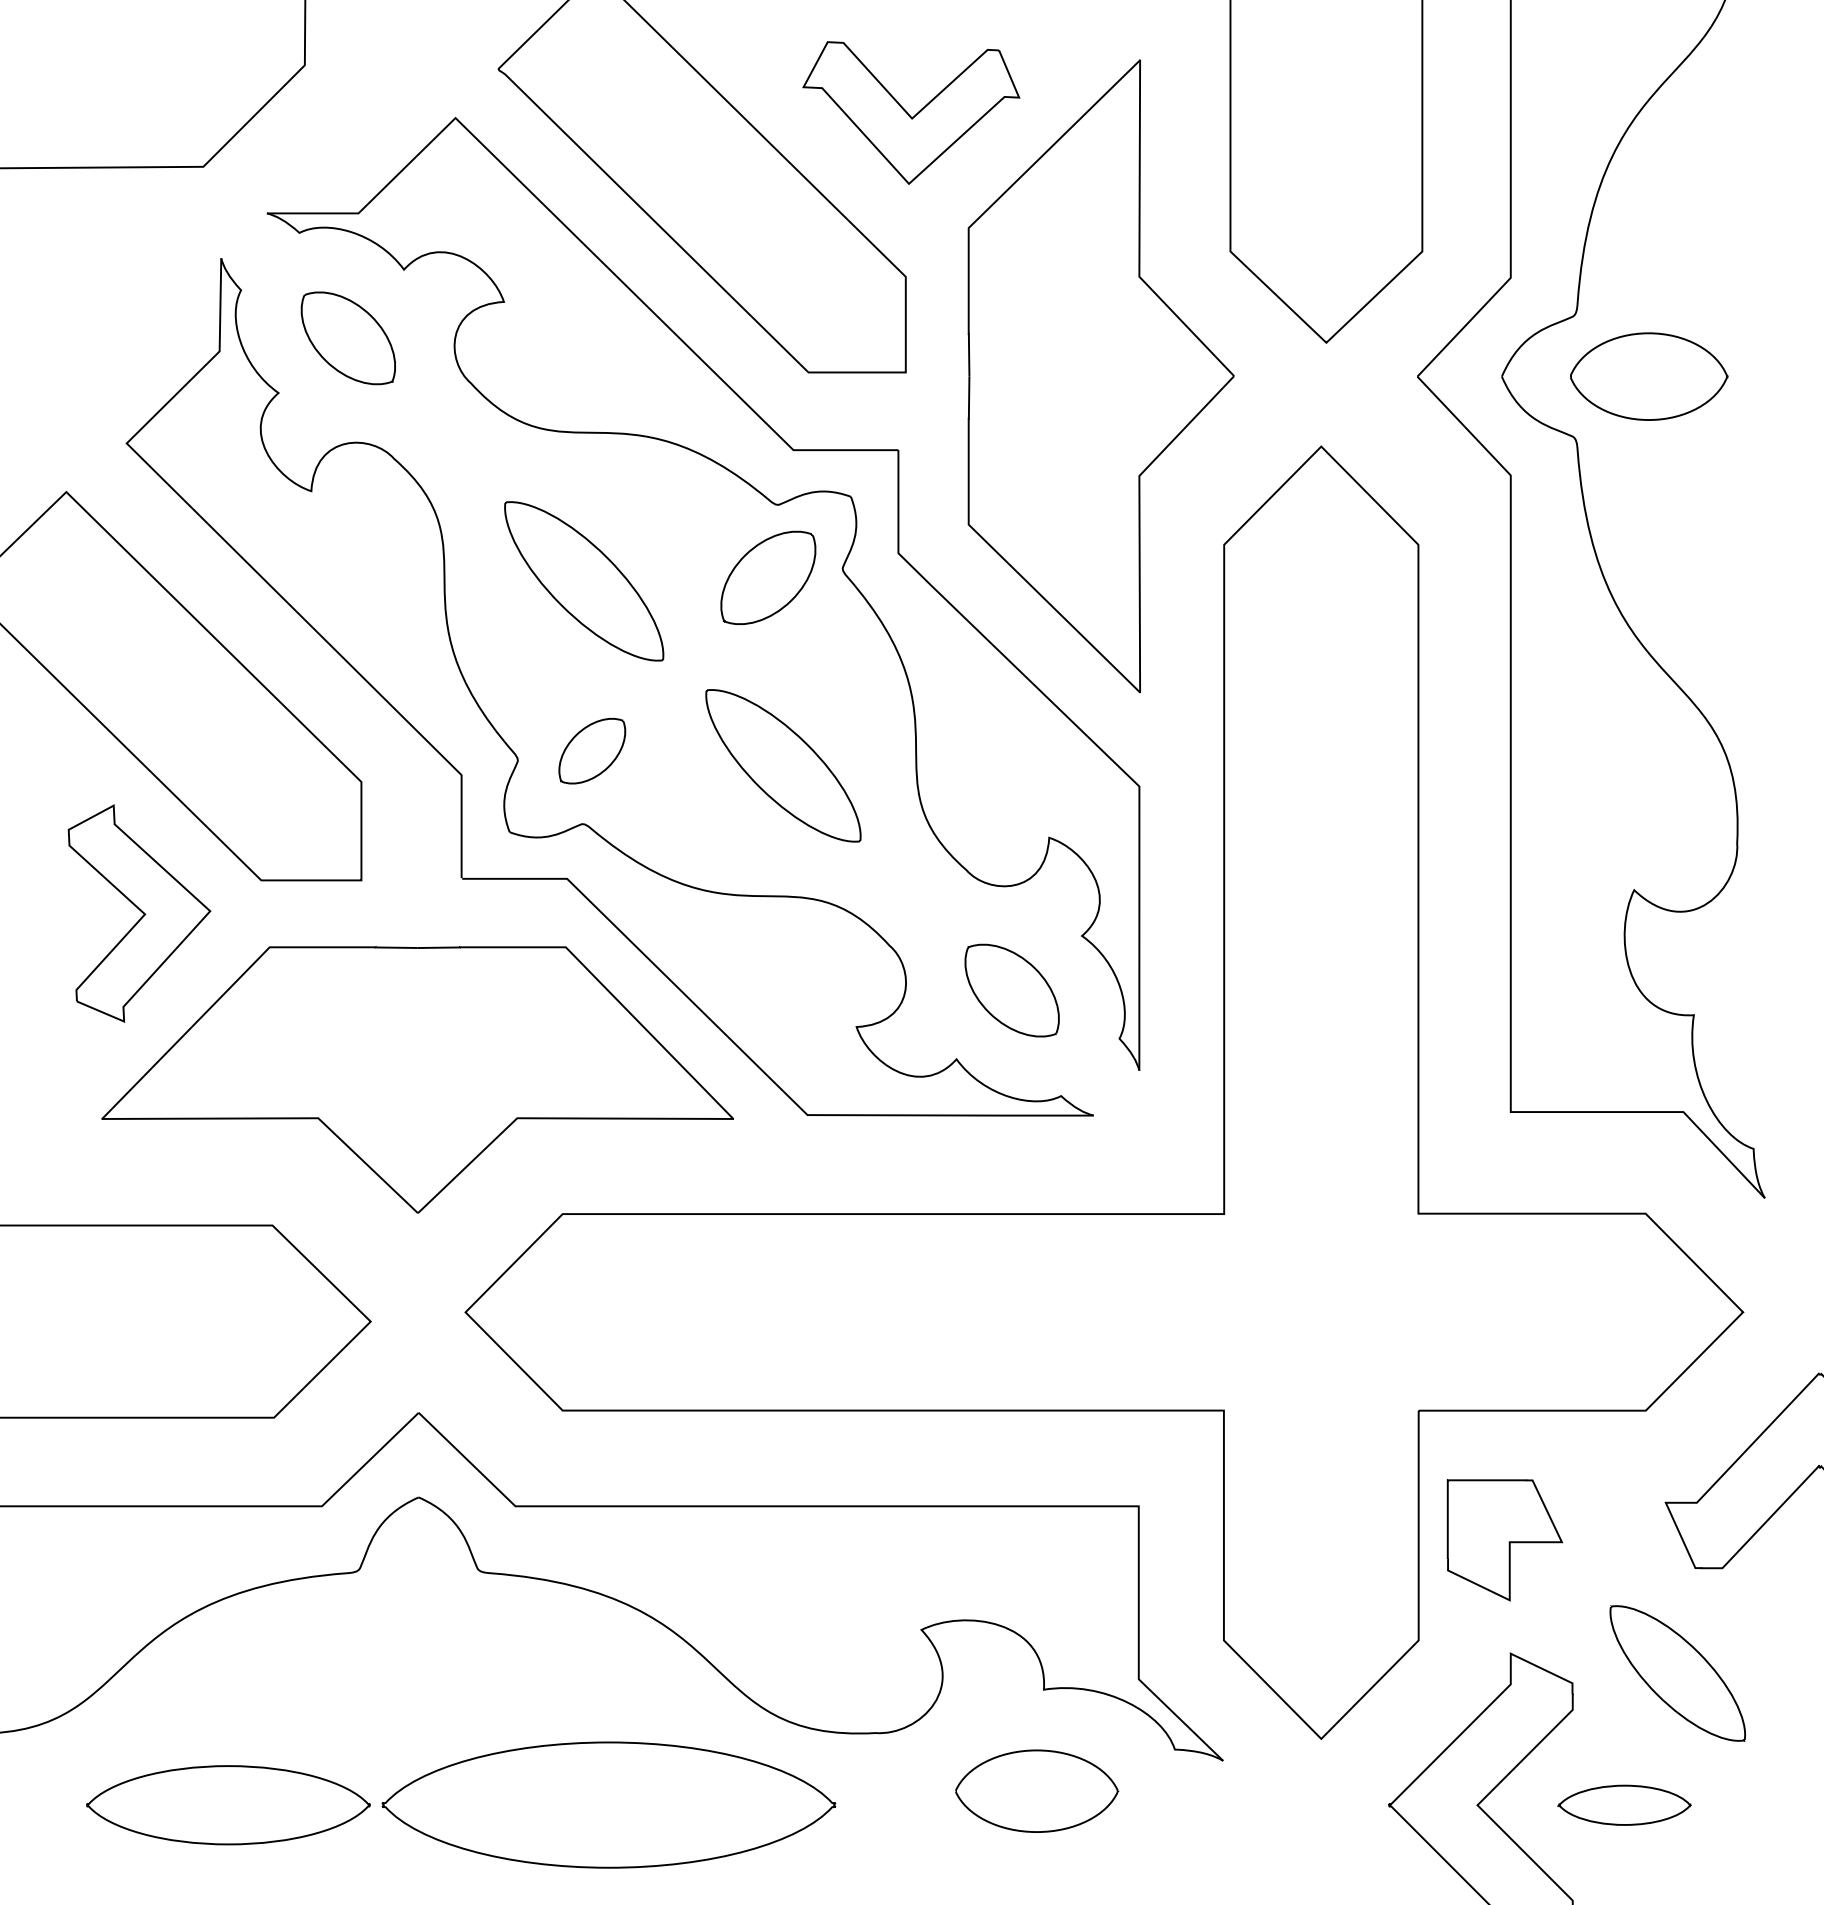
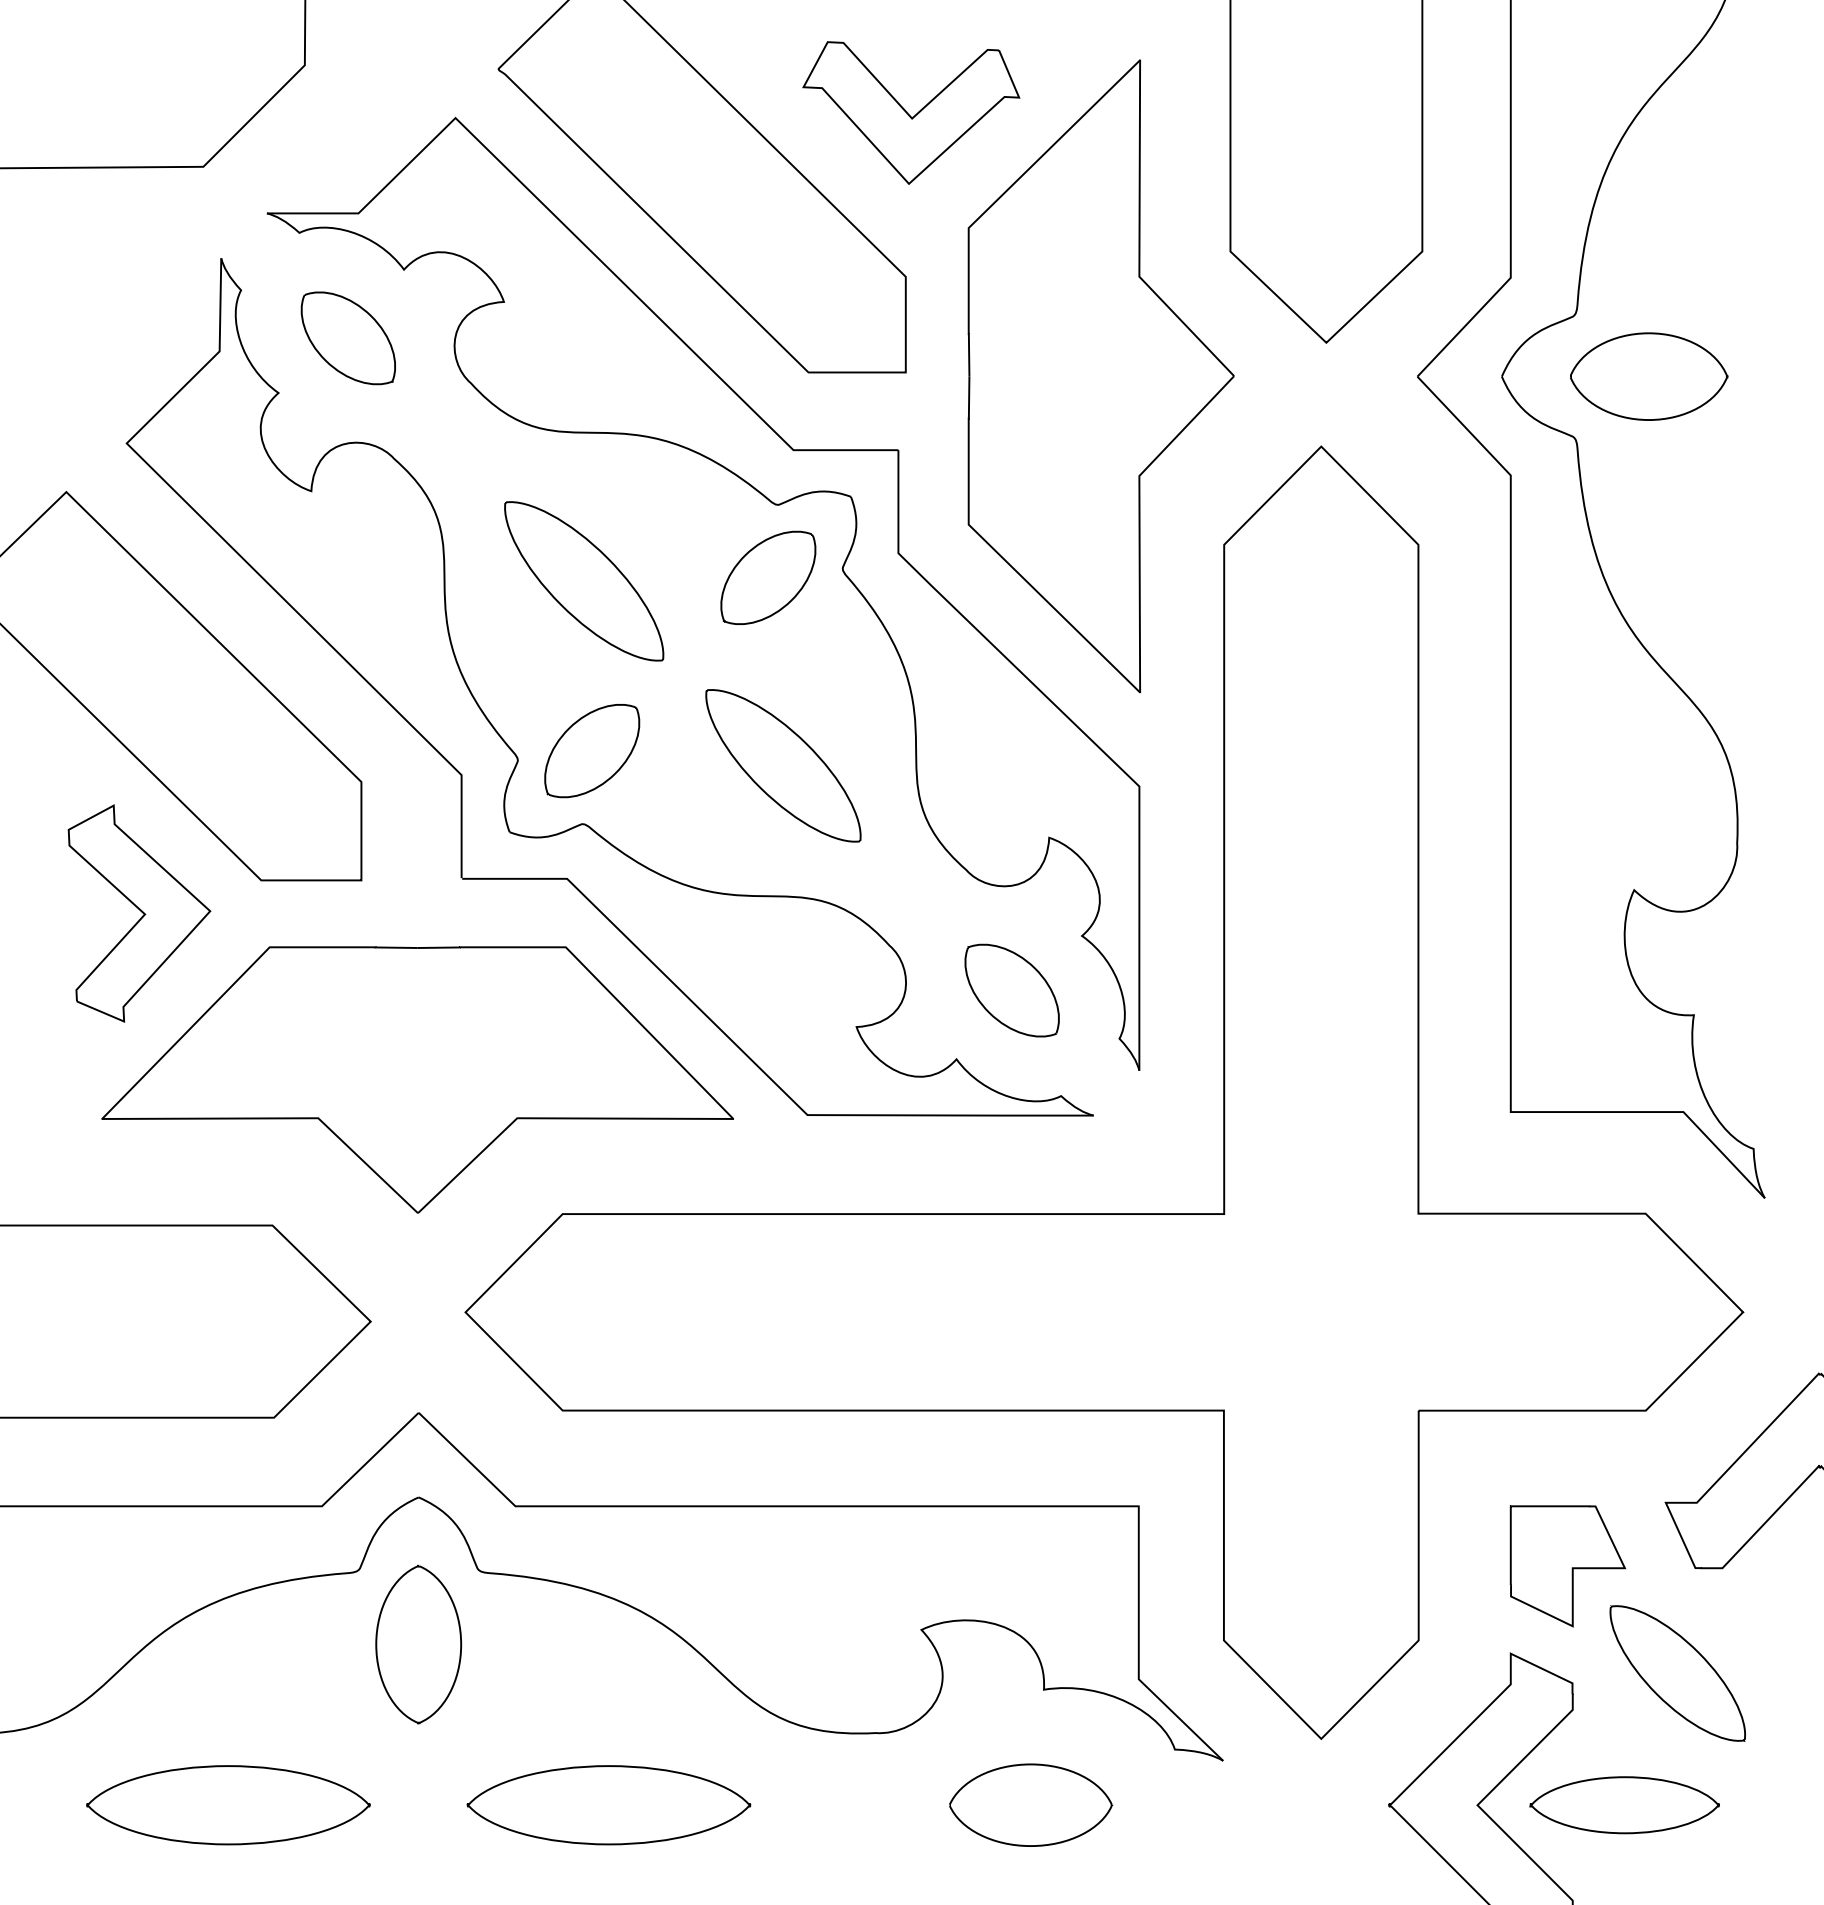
part at (592, 751) size: 69x67 px -> 97x95 px
part at (1504, 1540) position: (1504, 1540) -> (1567, 1566)
part at (418, 1644): none -> present
part at (1037, 1790) position: (1037, 1790) -> (1031, 1804)
part at (608, 1804) size: 456x128 px -> 286x81 px
part at (1624, 1804) size: 135x42 px -> 191x59 px
